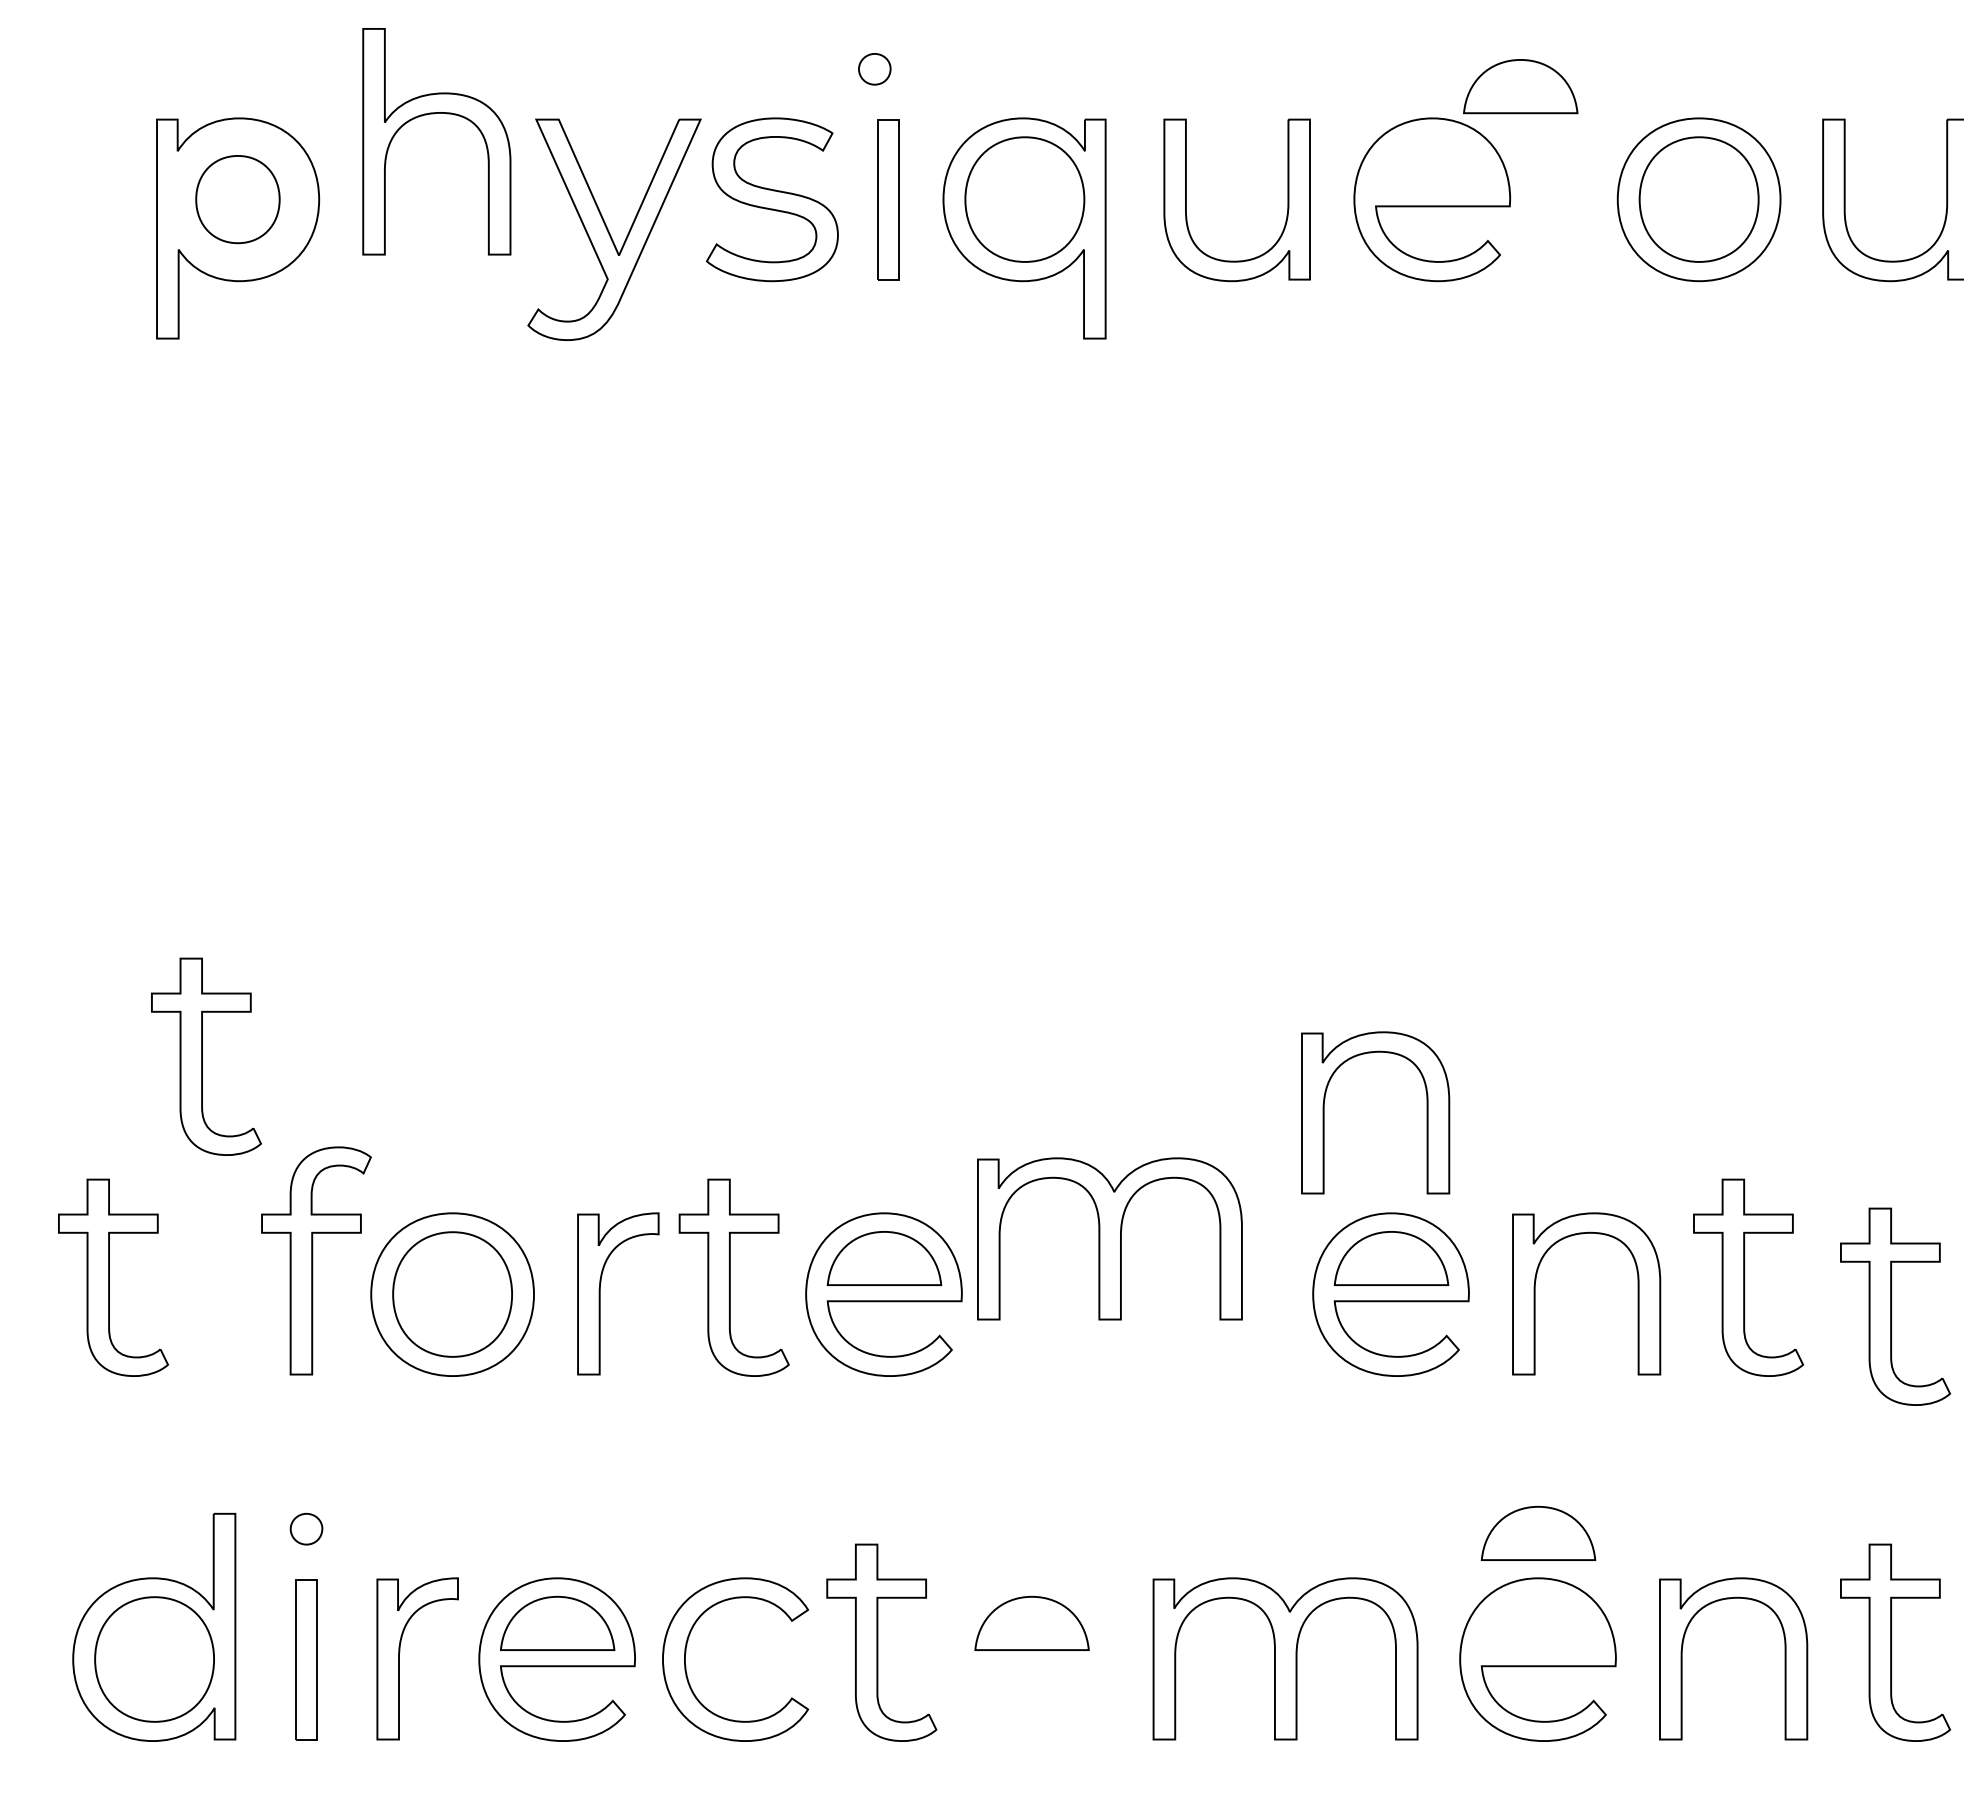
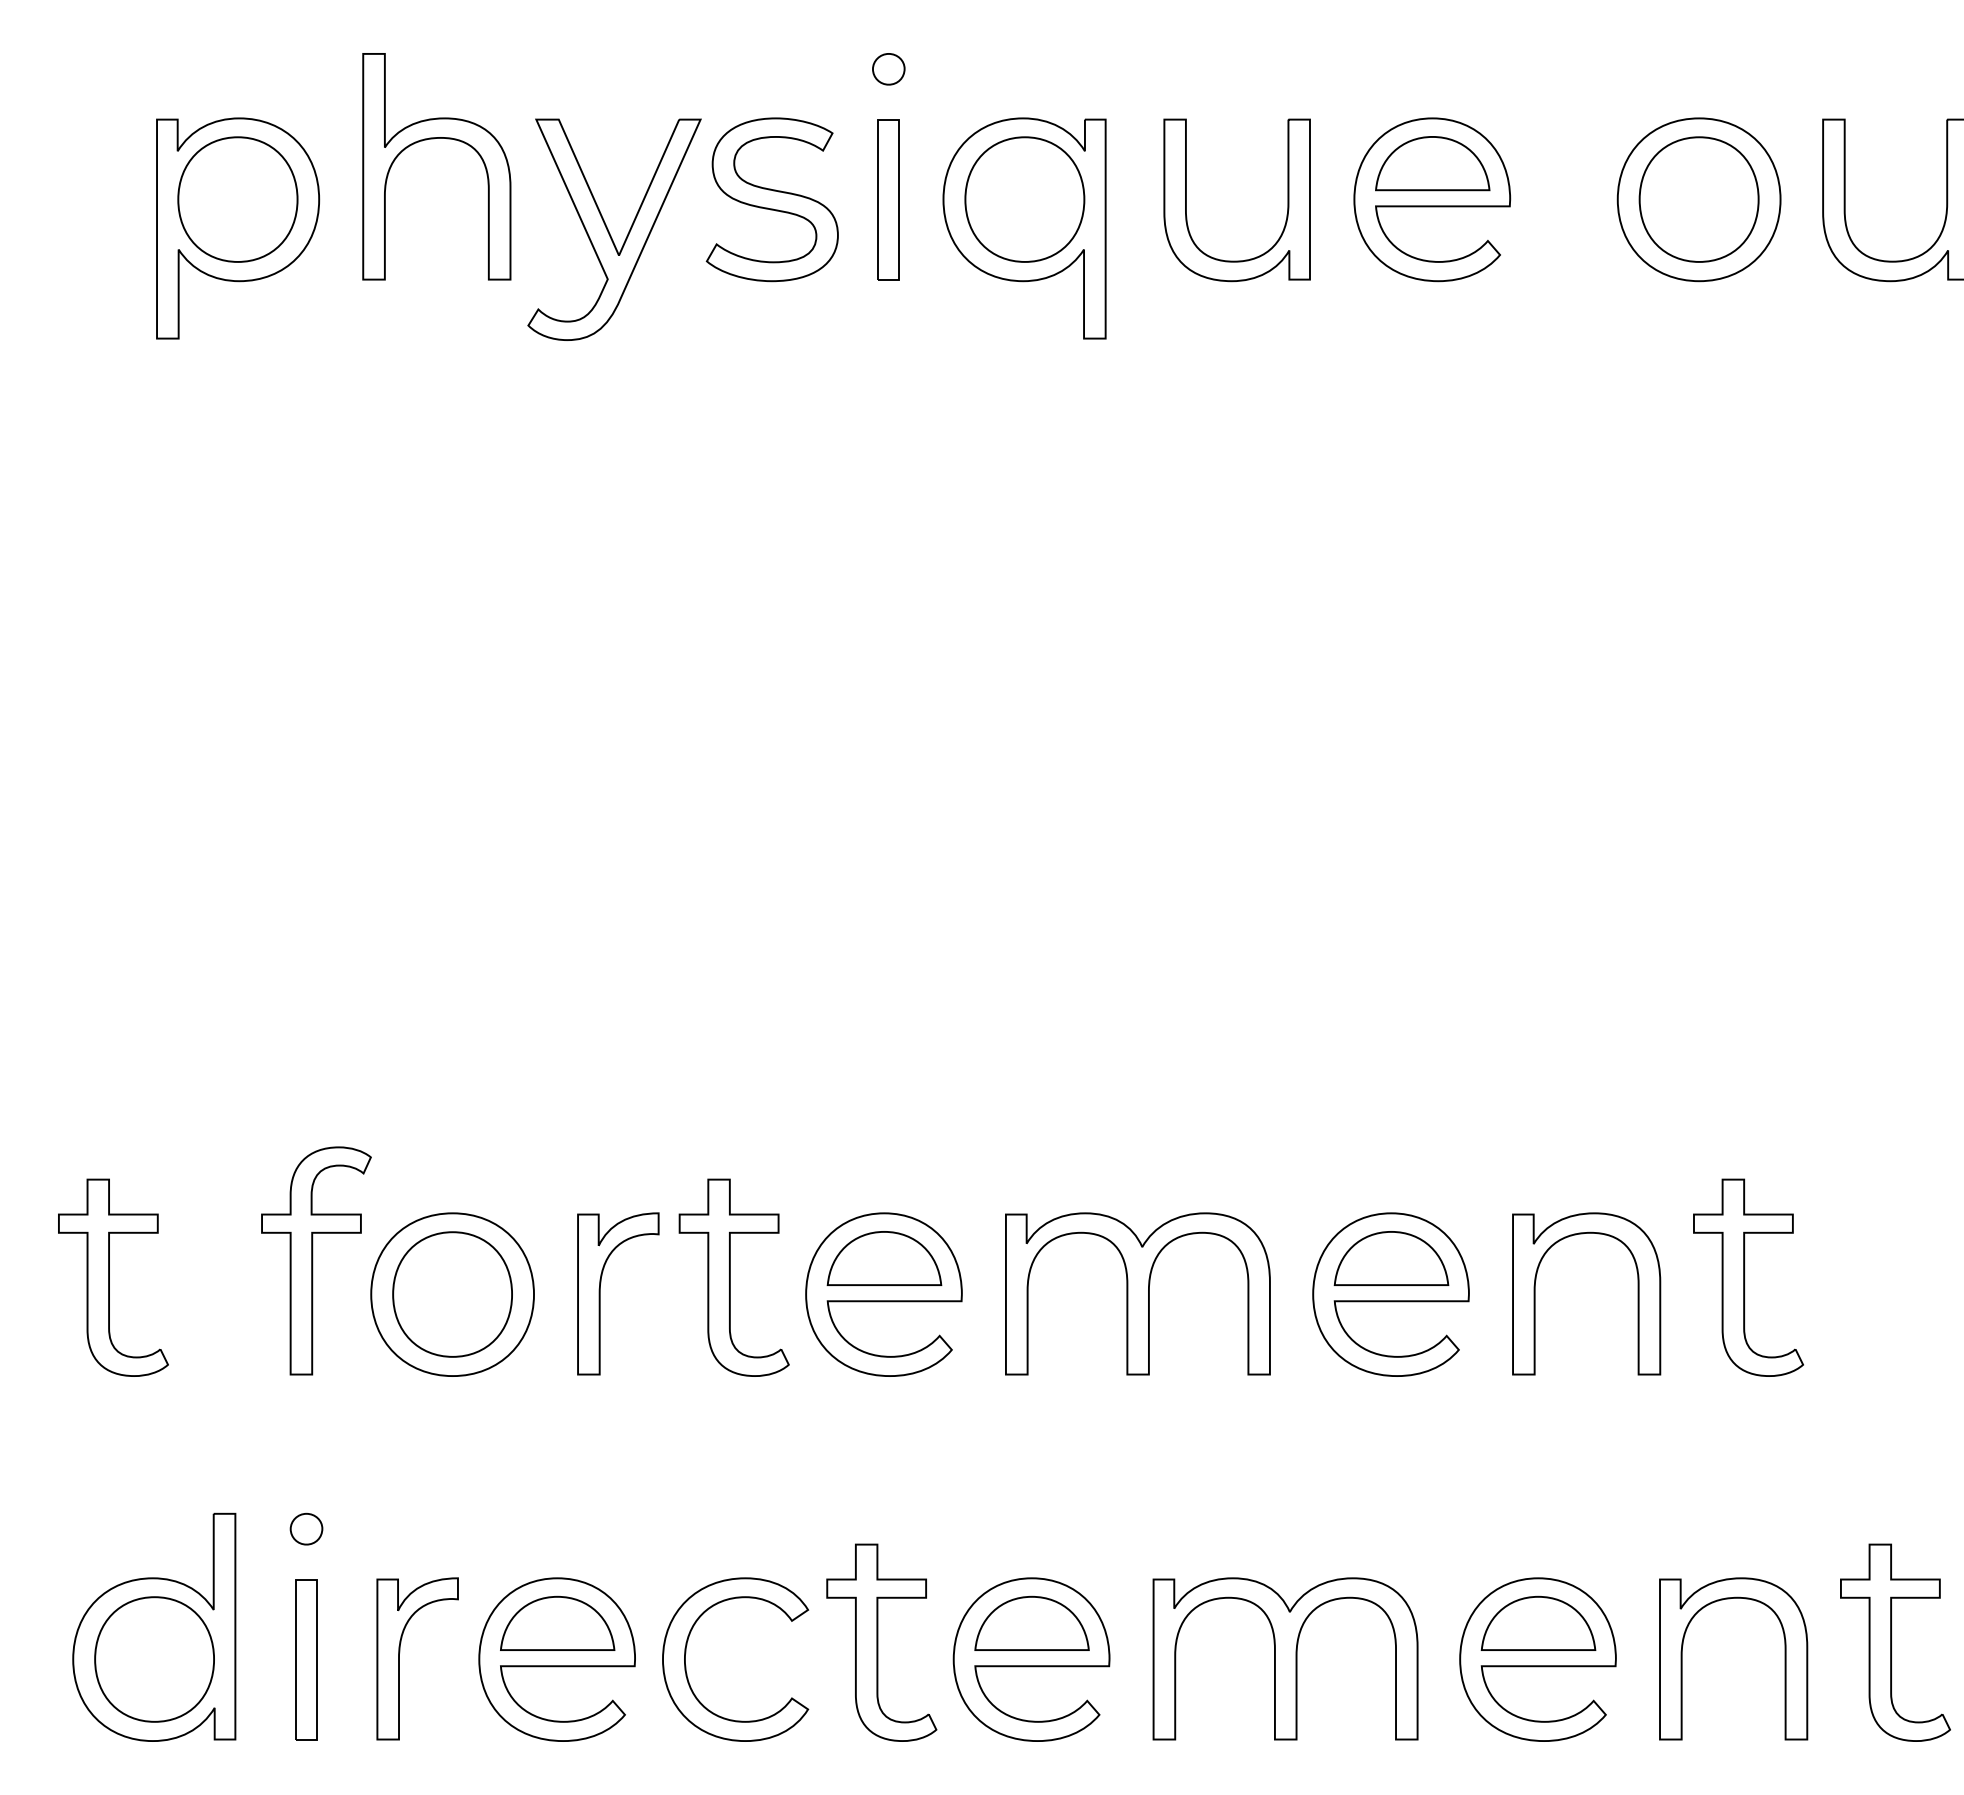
part at (874, 69) position: (874, 69) -> (888, 69)
part at (1520, 86) position: (1520, 86) -> (1432, 163)
part at (434, 114) position: (434, 114) -> (434, 139)
part at (237, 199) size: 86x90 px -> 122x127 px
part at (206, 1056): present -> none
part at (1324, 1112): present -> none
part at (1109, 1238) position: (1109, 1238) -> (1137, 1293)
part at (1895, 1306): present -> none
part at (1538, 1532) position: (1538, 1532) -> (1538, 1622)
part at (1031, 1659): none -> present
